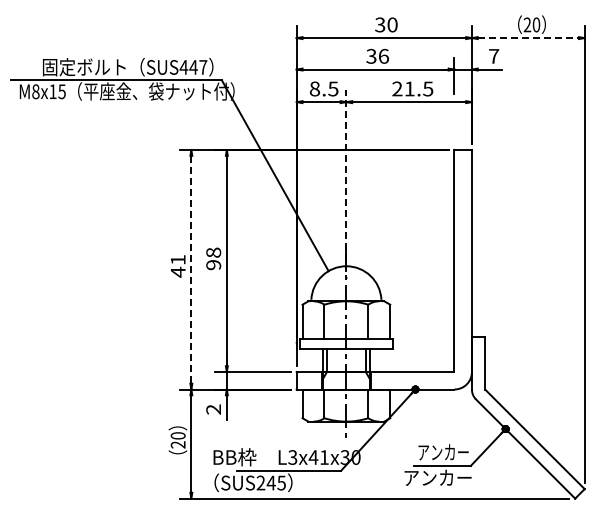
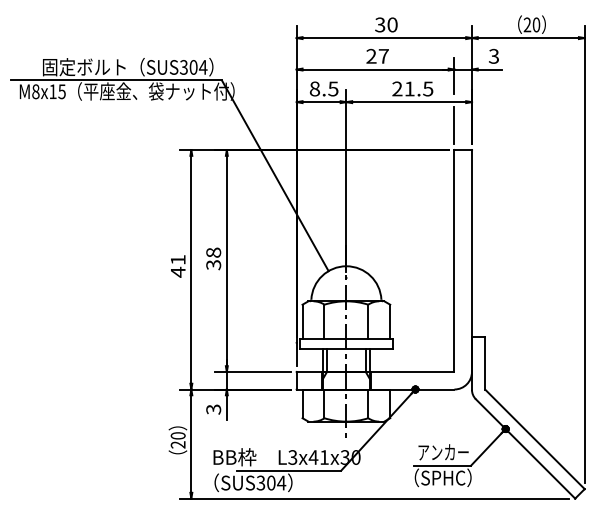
line at (528, 38): dashed -> solid
text at (377, 55): 36 -> 27
text at (494, 55): 7 -> 3
text at (193, 67): SUS447 -> SUS304
line at (454, 125): none -> present
line at (346, 181): dashed -> solid
text at (213, 265): 98 -> 38
line at (191, 269): dashed -> solid
text at (213, 409): 2 -> 3
text at (437, 477): アンカー -> （SPHC）
text at (271, 482): SUS245 -> SUS304
